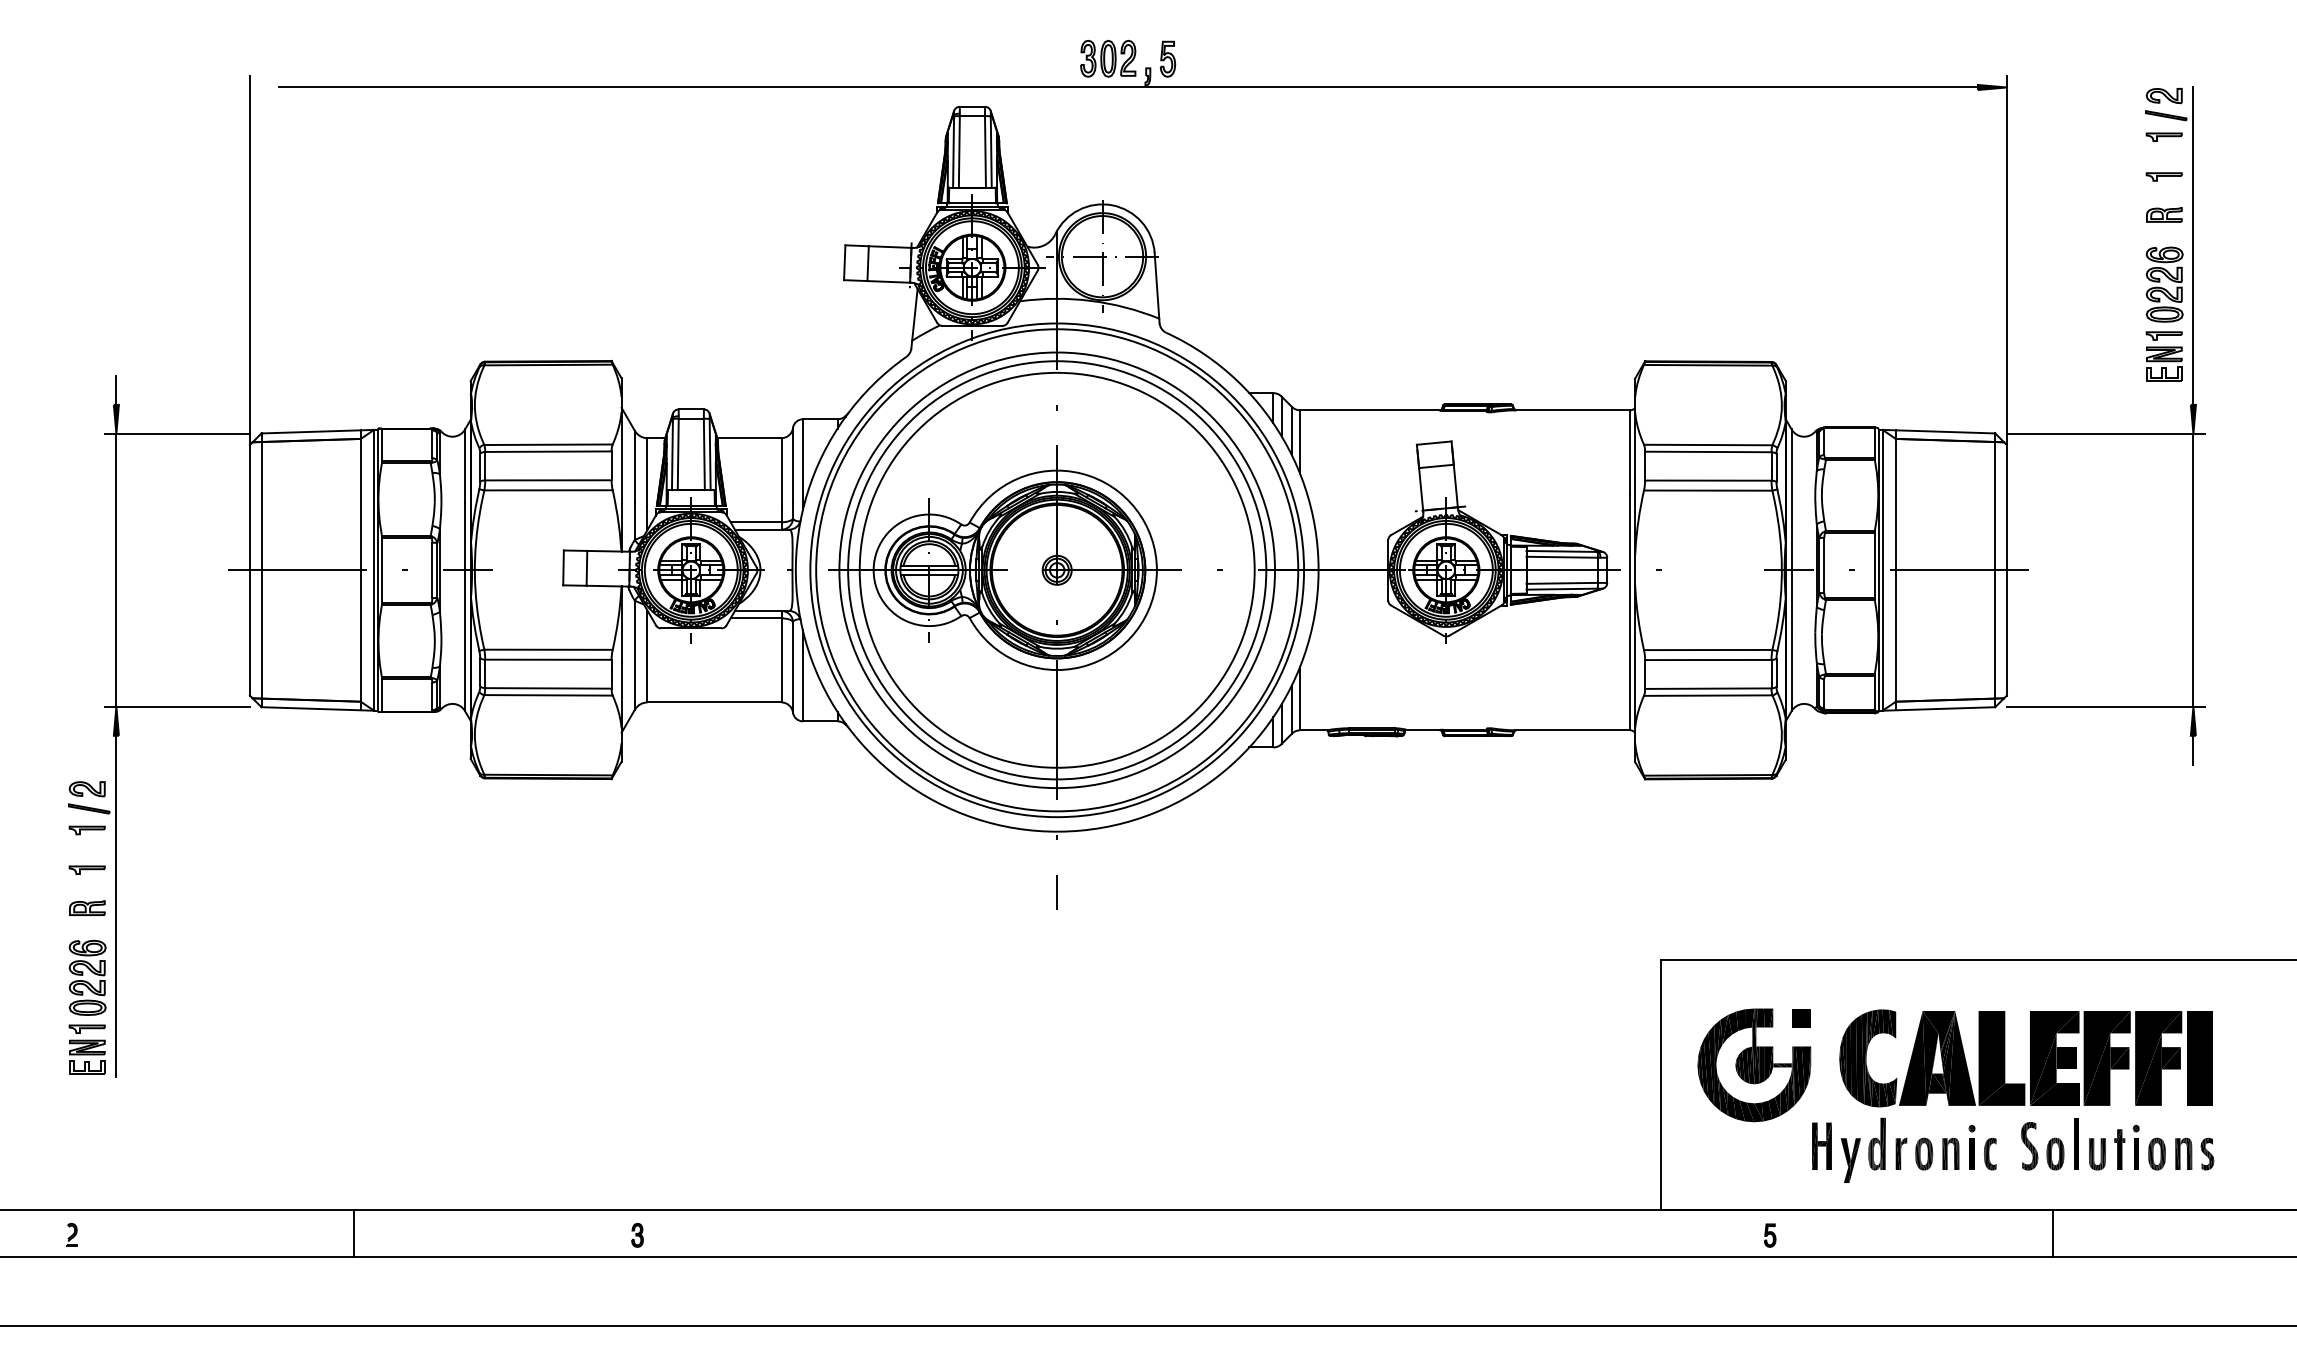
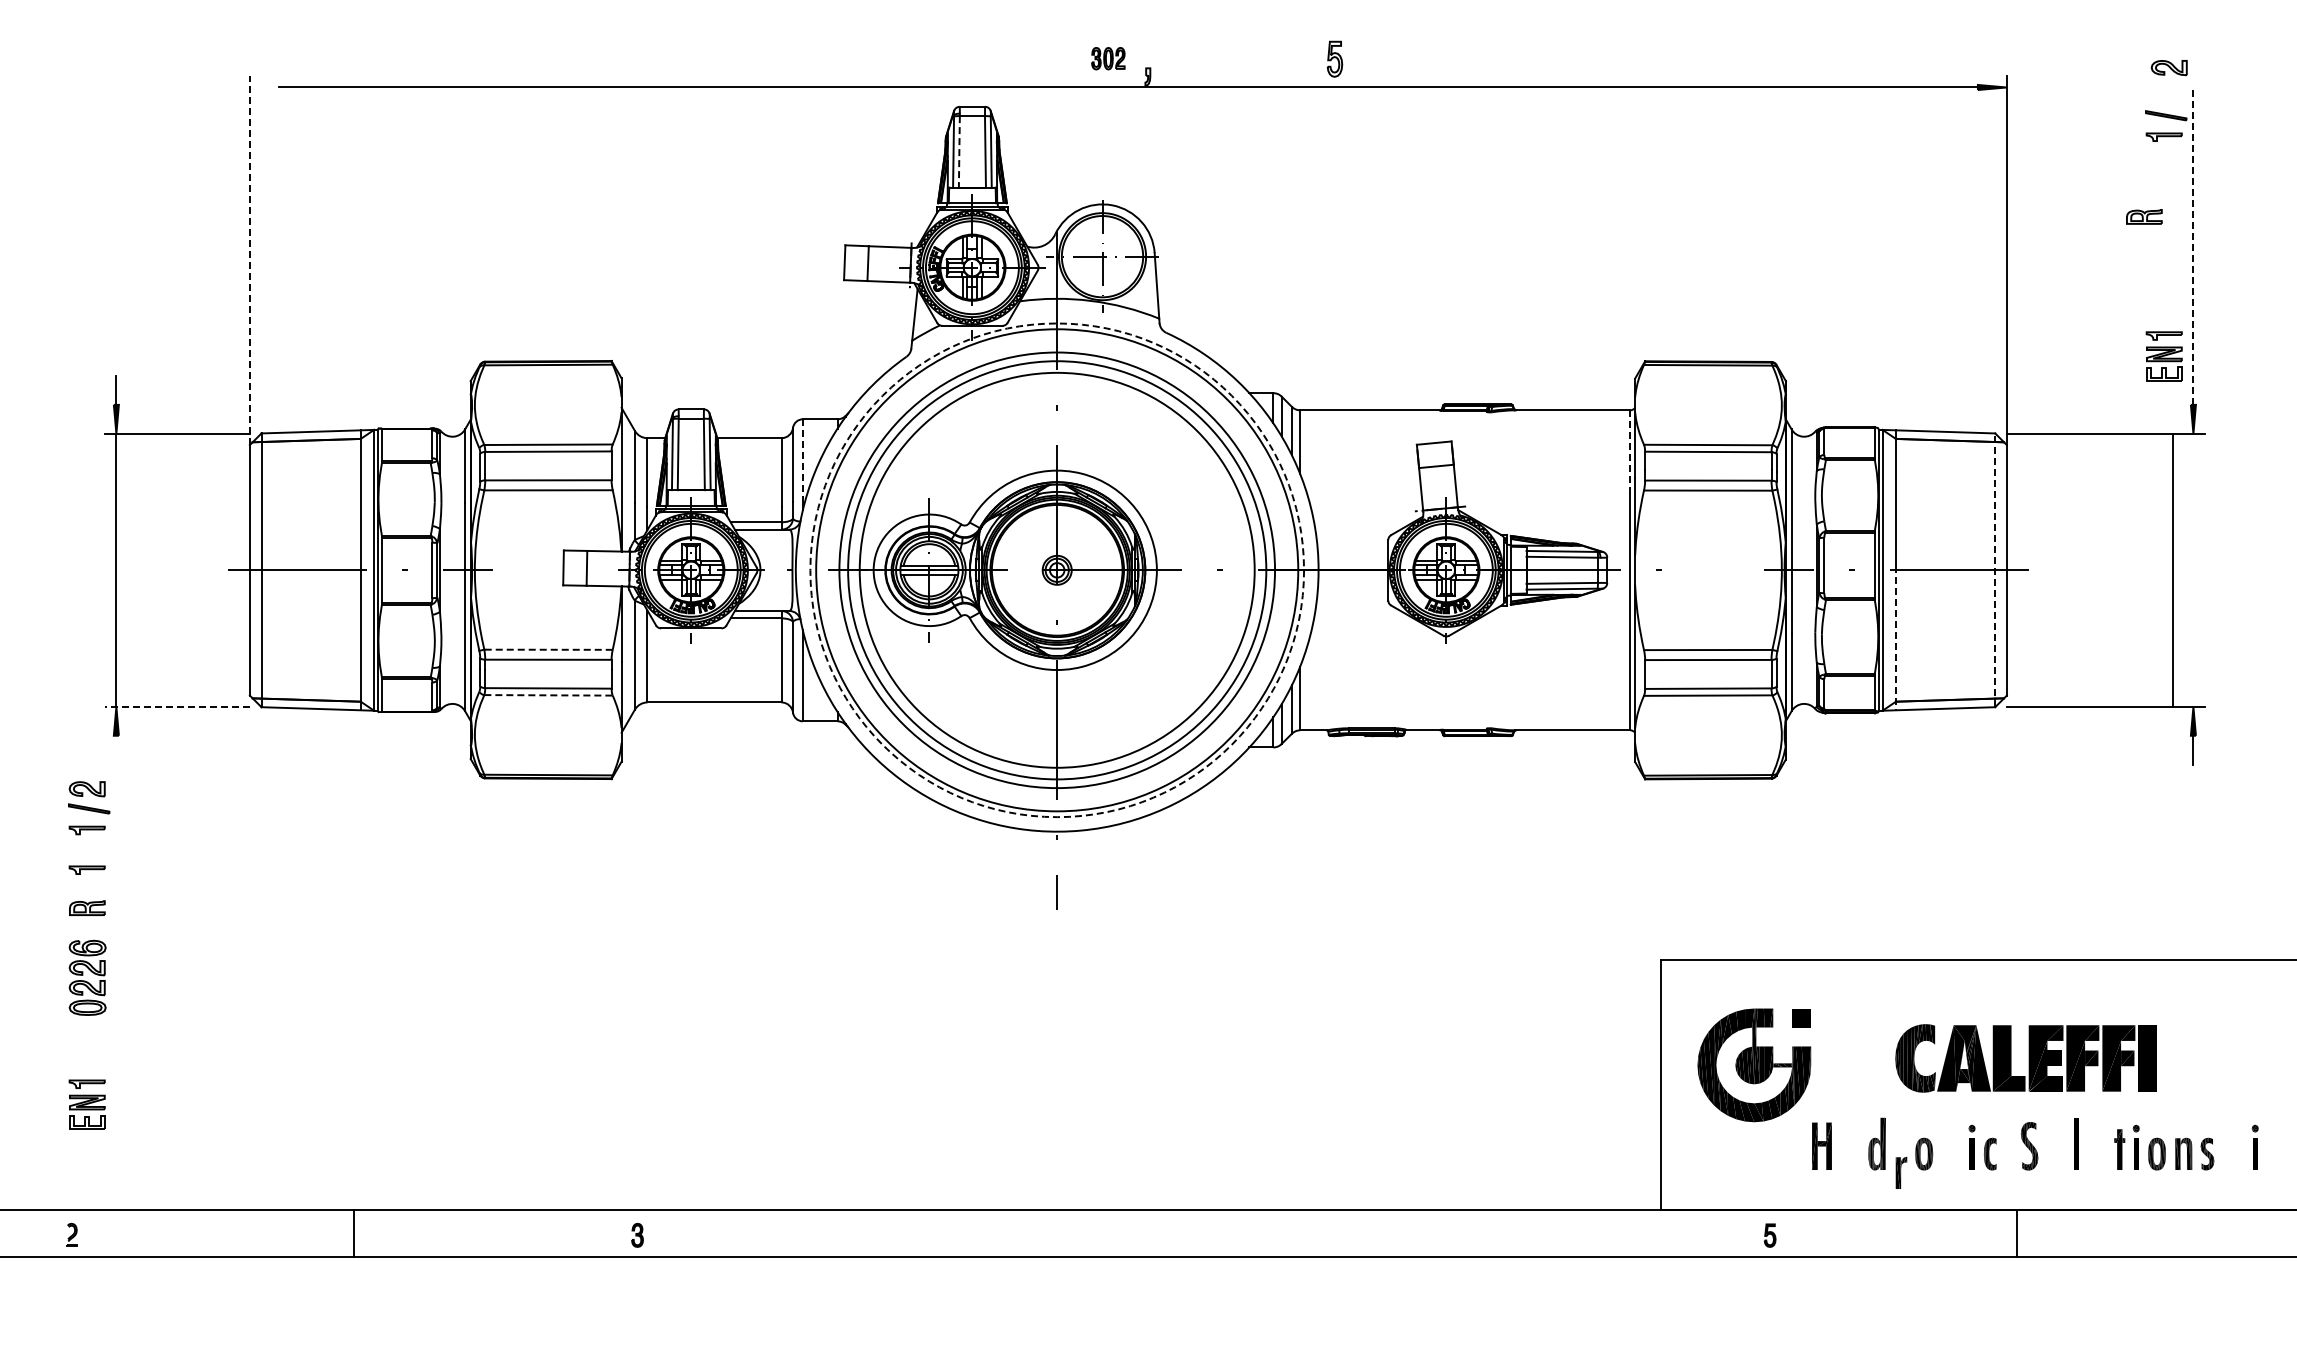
part at (1108, 58) size: 57x39 px -> 35x24 px
part at (1167, 58) position: (1167, 58) -> (1334, 58)
part at (2163, 96) position: (2163, 96) -> (2168, 68)
line at (959, 151): solid -> dashed
part at (2163, 176): present -> none
part at (2164, 214) position: (2164, 214) -> (2144, 216)
line at (2193, 245): solid -> dashed
line at (249, 260): solid -> dashed
part at (2164, 284): present -> none
line at (1630, 451): solid -> dashed
line at (802, 459): solid -> dashed
line at (2193, 569) position: (2193, 569) -> (2173, 569)
circle at (1057, 570): solid -> dashed
line at (1995, 570): solid -> dashed
line at (1895, 638): solid -> dashed
line at (548, 649): solid -> dashed
line at (549, 695): solid -> dashed
line at (177, 706): solid -> dashed
line at (116, 905): present -> none
part at (86, 1049) position: (86, 1049) -> (86, 1104)
part at (2025, 1058) size: 374x99 px -> 262x69 px
part at (2254, 1146): none -> present
part at (1901, 1153) position: (1901, 1153) -> (1901, 1172)
part at (1950, 1153): present -> none
part at (2055, 1153): present -> none
part at (2097, 1154): present -> none
part at (1850, 1160): present -> none
line at (2053, 1233) position: (2053, 1233) -> (2017, 1233)
line at (1147, 1326): present -> none
